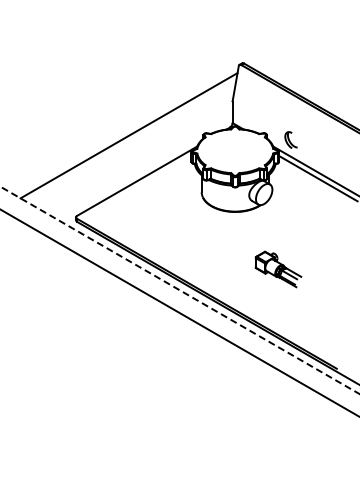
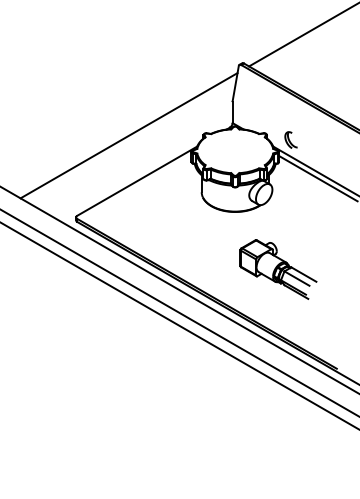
line at (302, 35): none -> present
part at (278, 269) size: 49x39 px -> 79x61 px
line at (179, 290): dashed -> solid
line at (179, 325): none -> present
